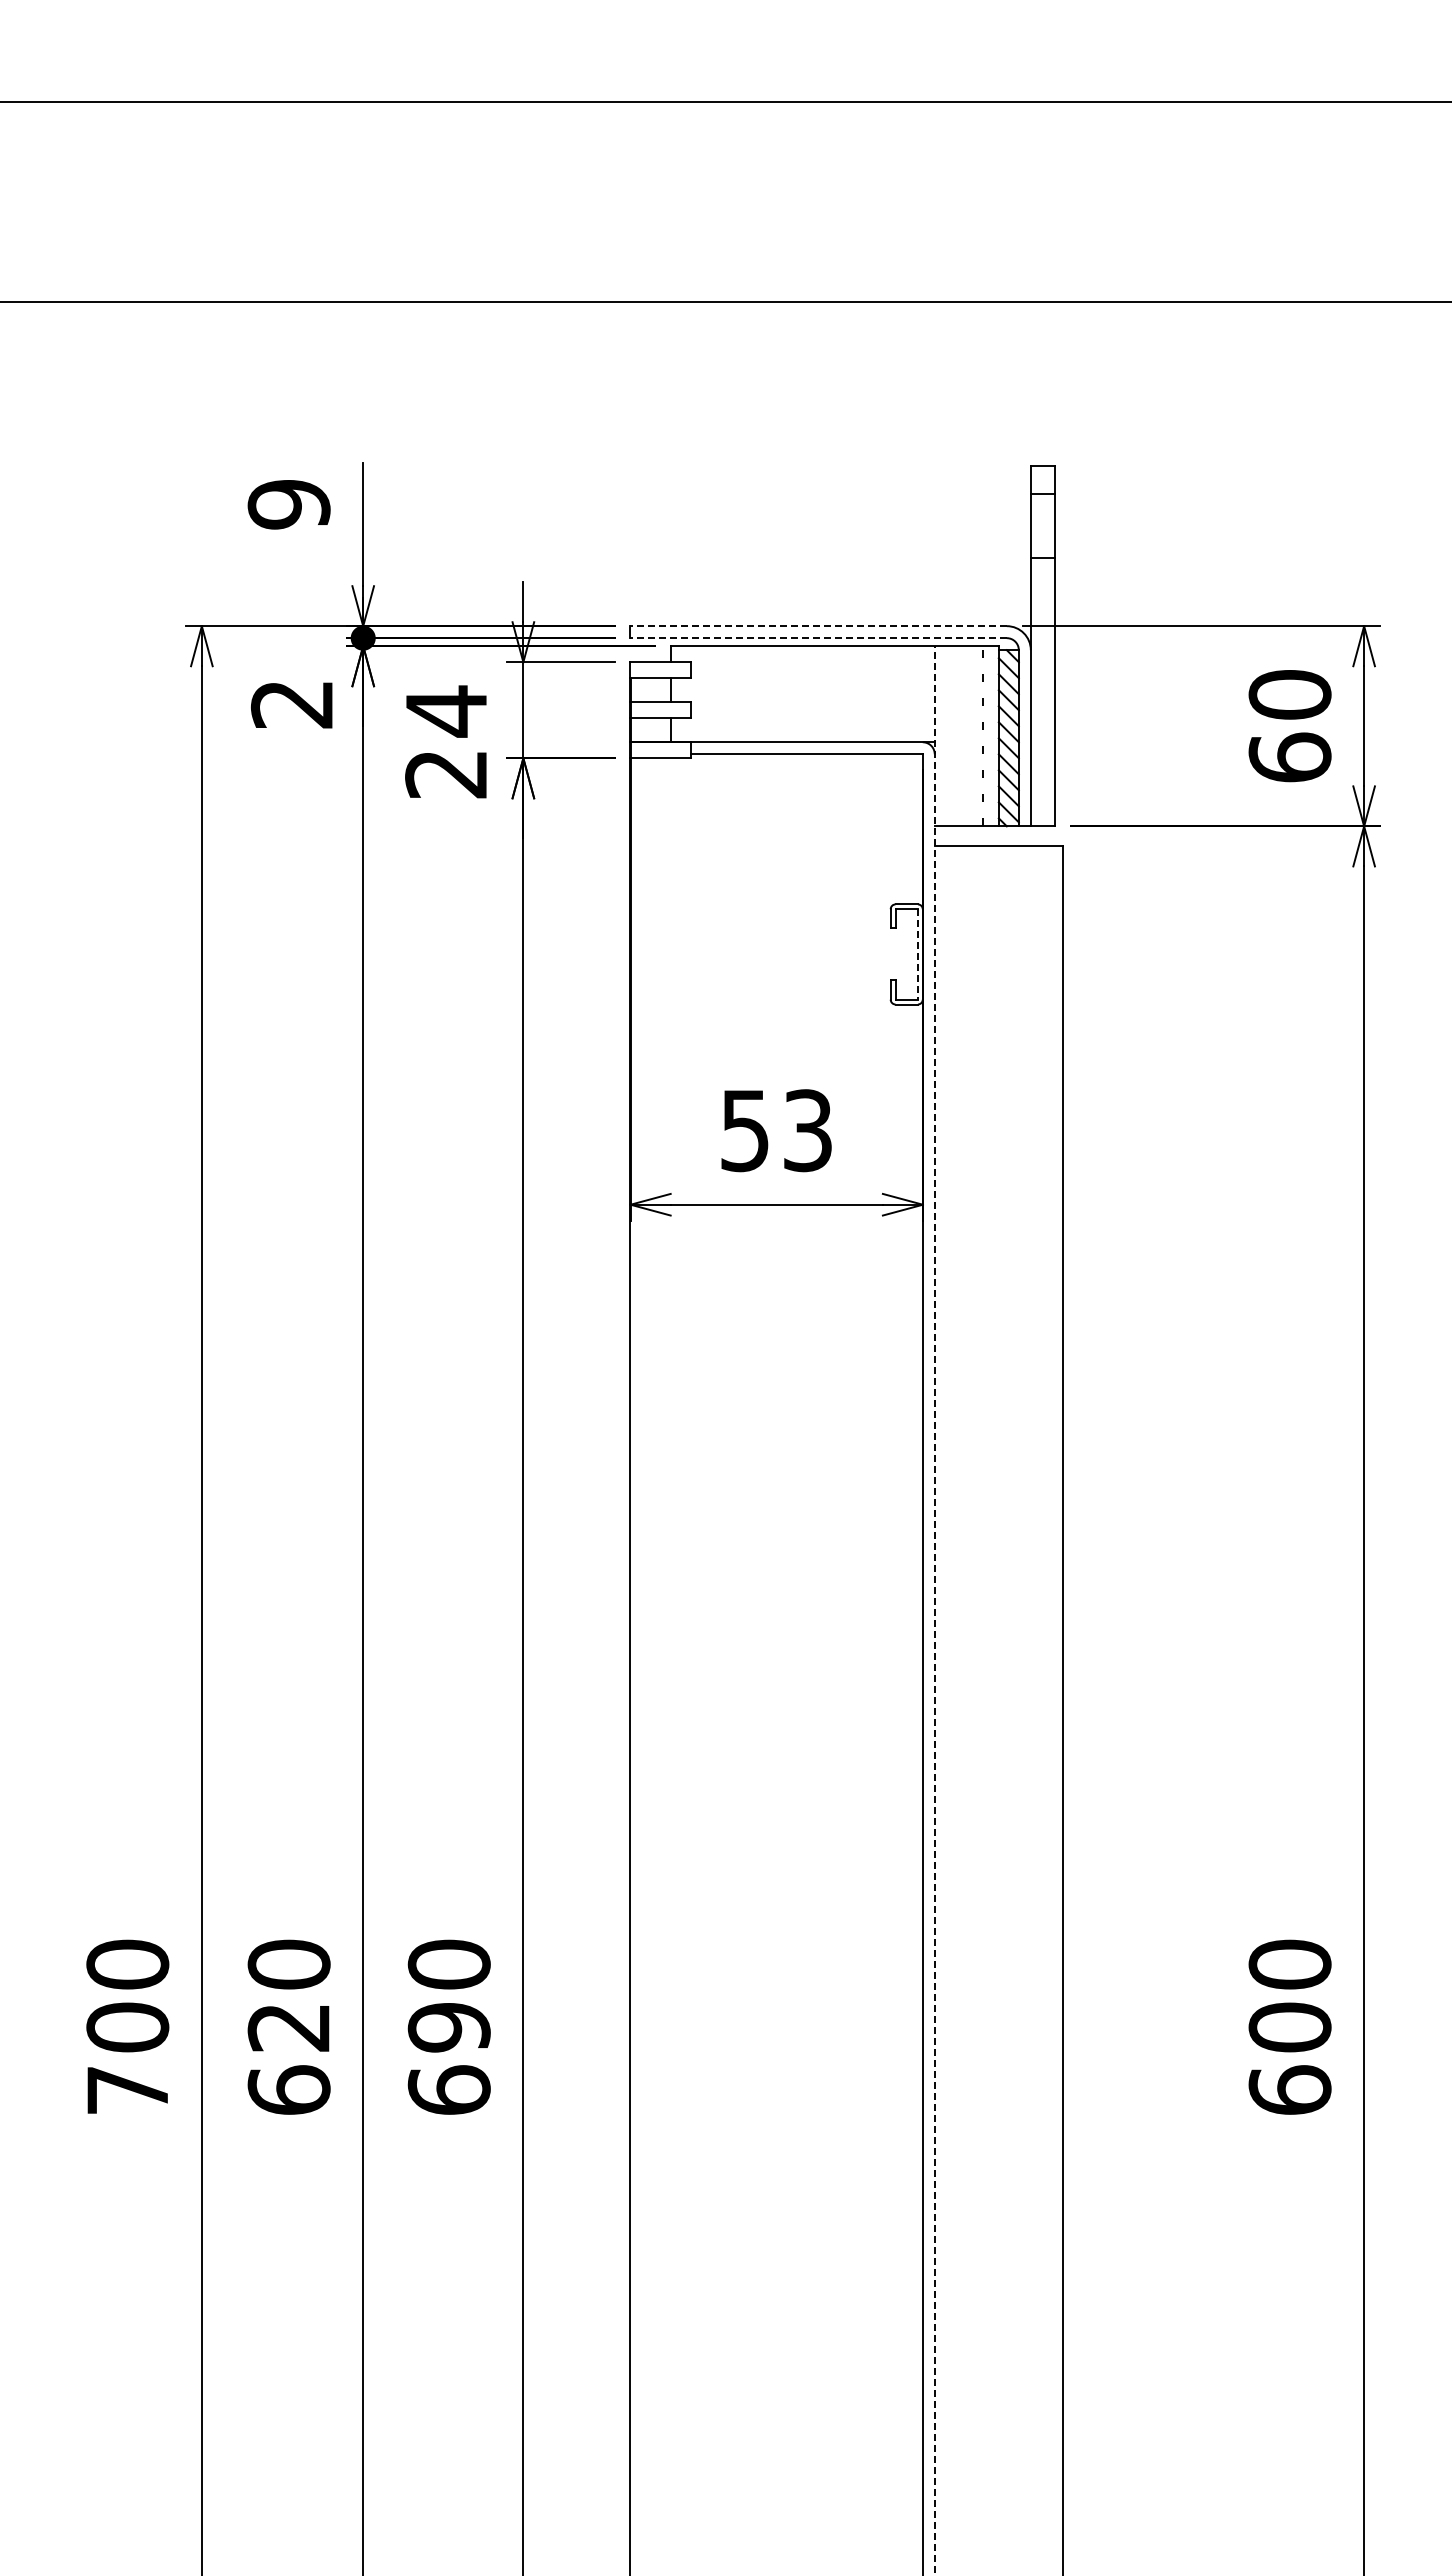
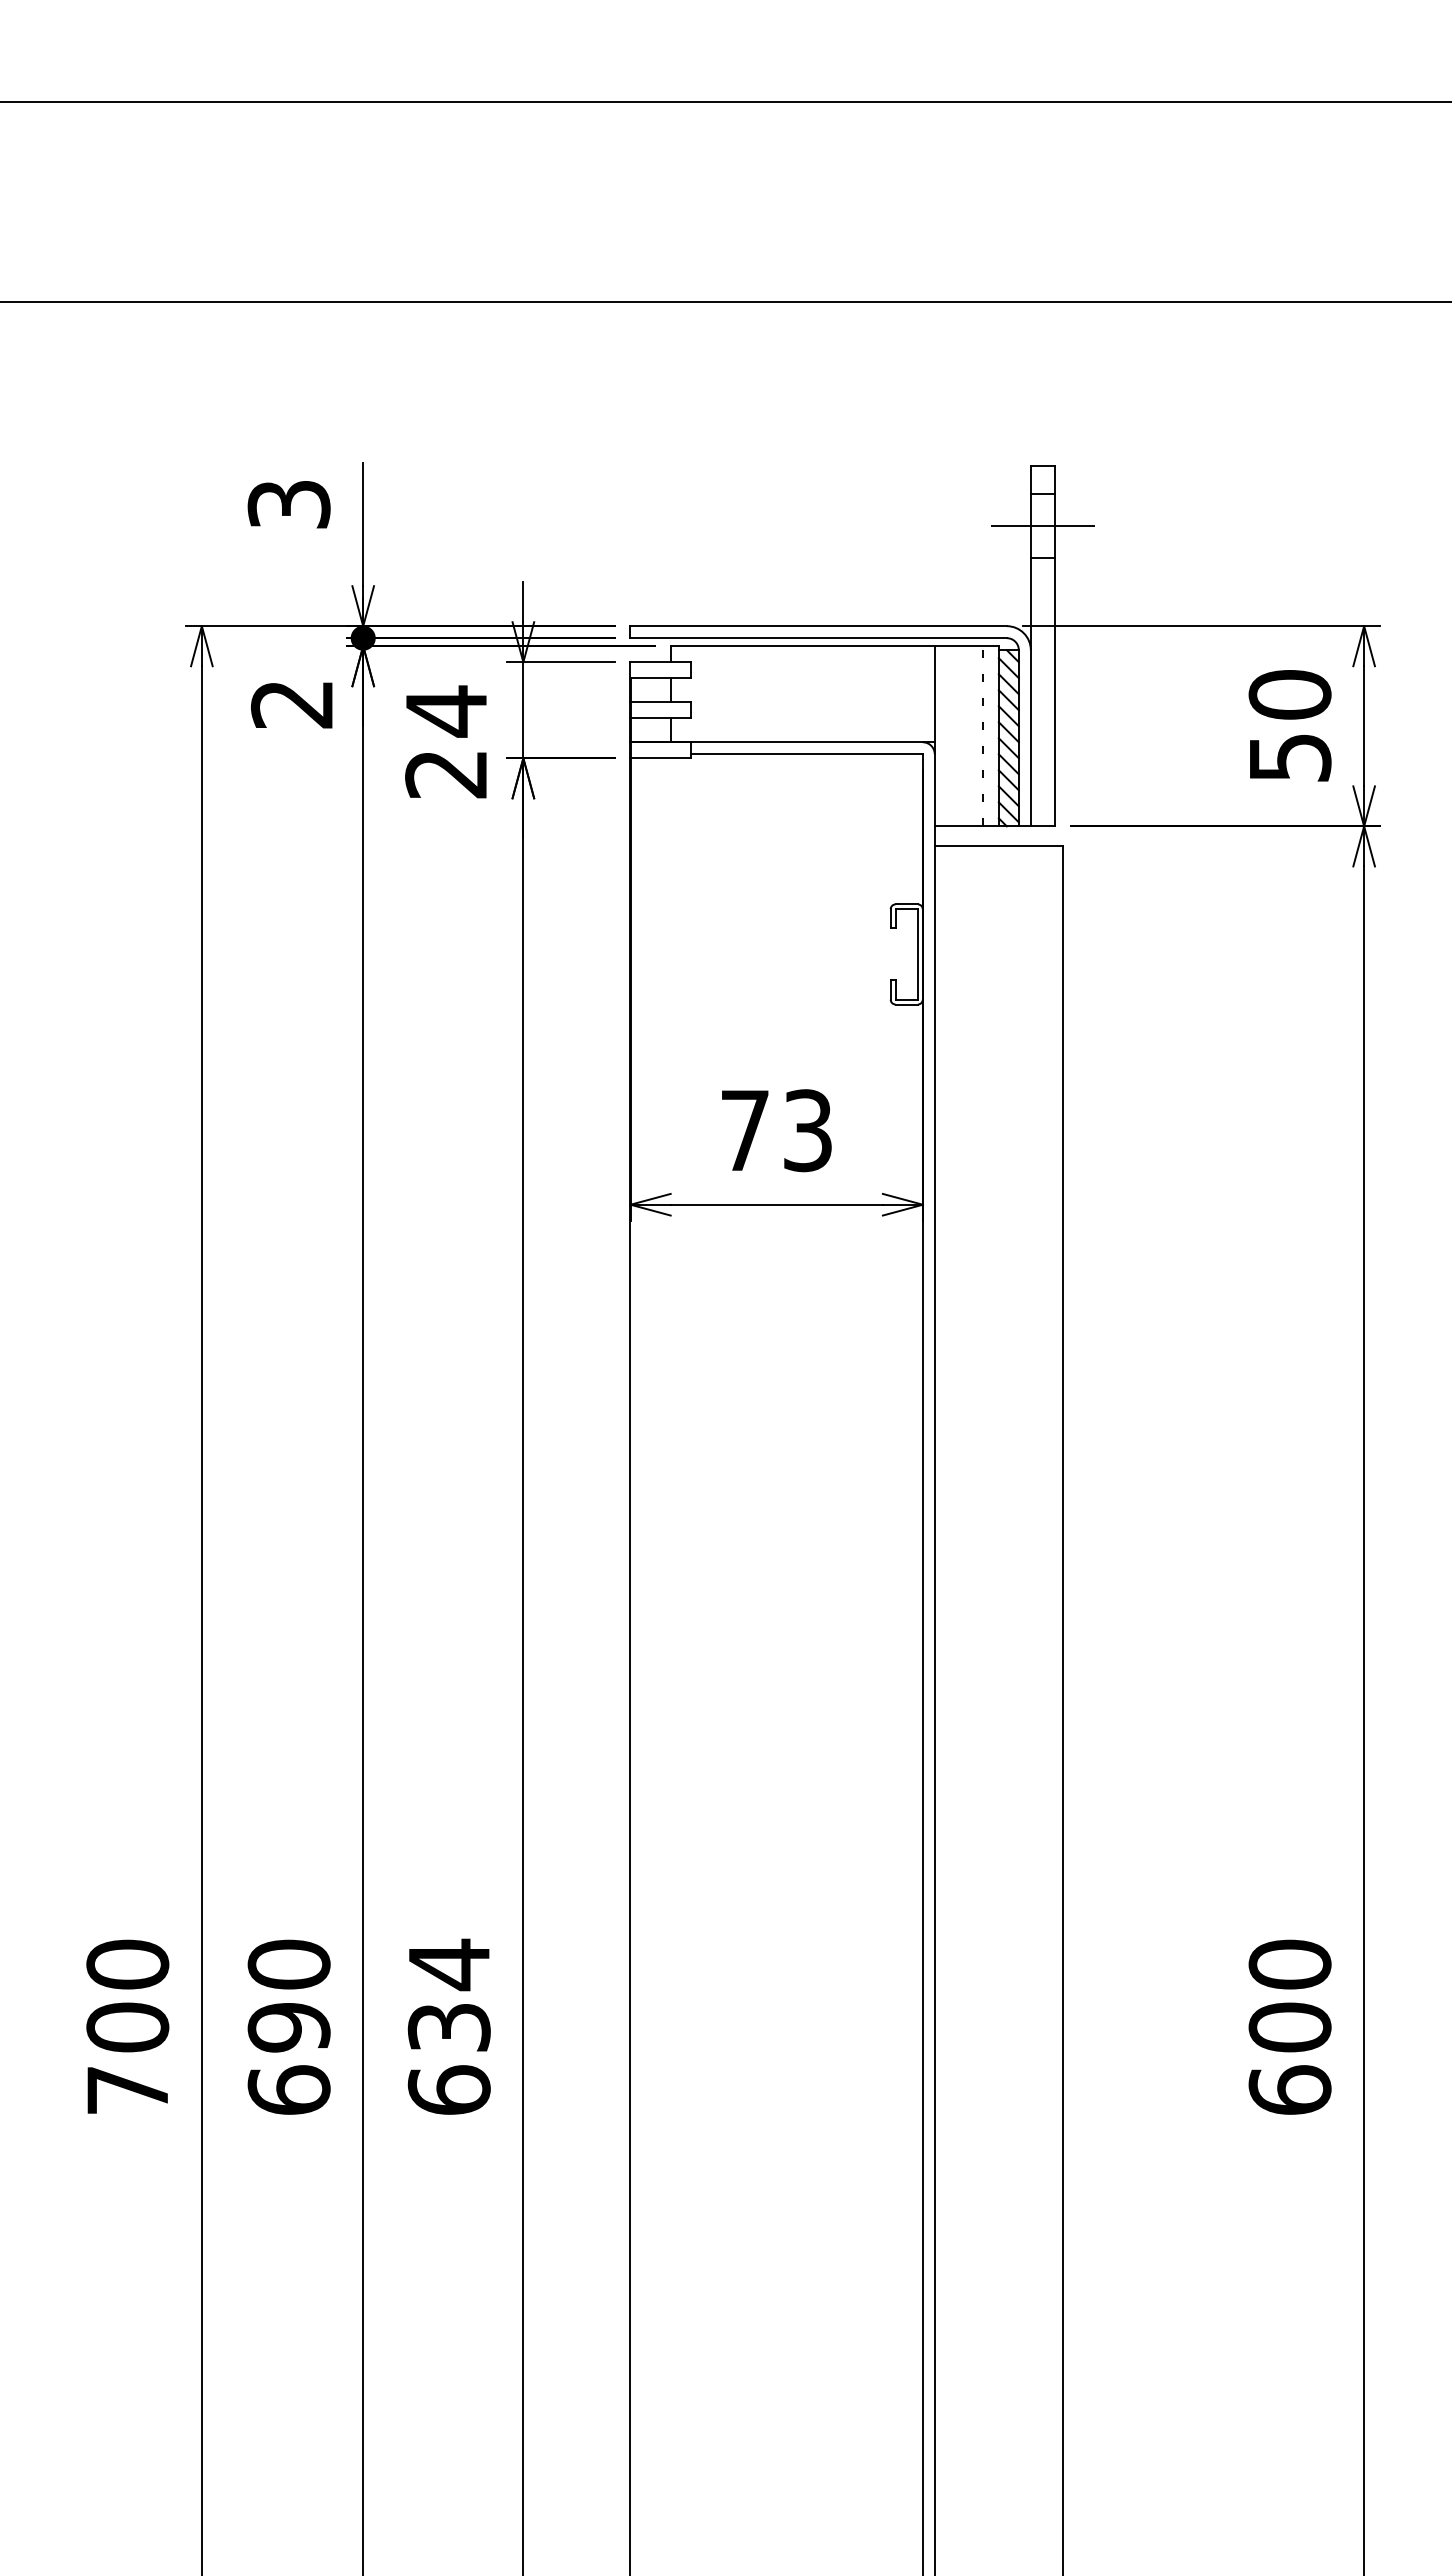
text at (288, 504): 9 -> 3
line at (1042, 526): none -> present
line at (818, 626): dashed -> solid
line at (818, 638): dashed -> solid
text at (1289, 757): 60 -> 50
line at (917, 954): dashed -> solid
text at (744, 1131): 53 -> 73
line at (934, 1611): dashed -> solid
text at (448, 1995): 690 -> 634
text at (288, 2027): 620 -> 690
